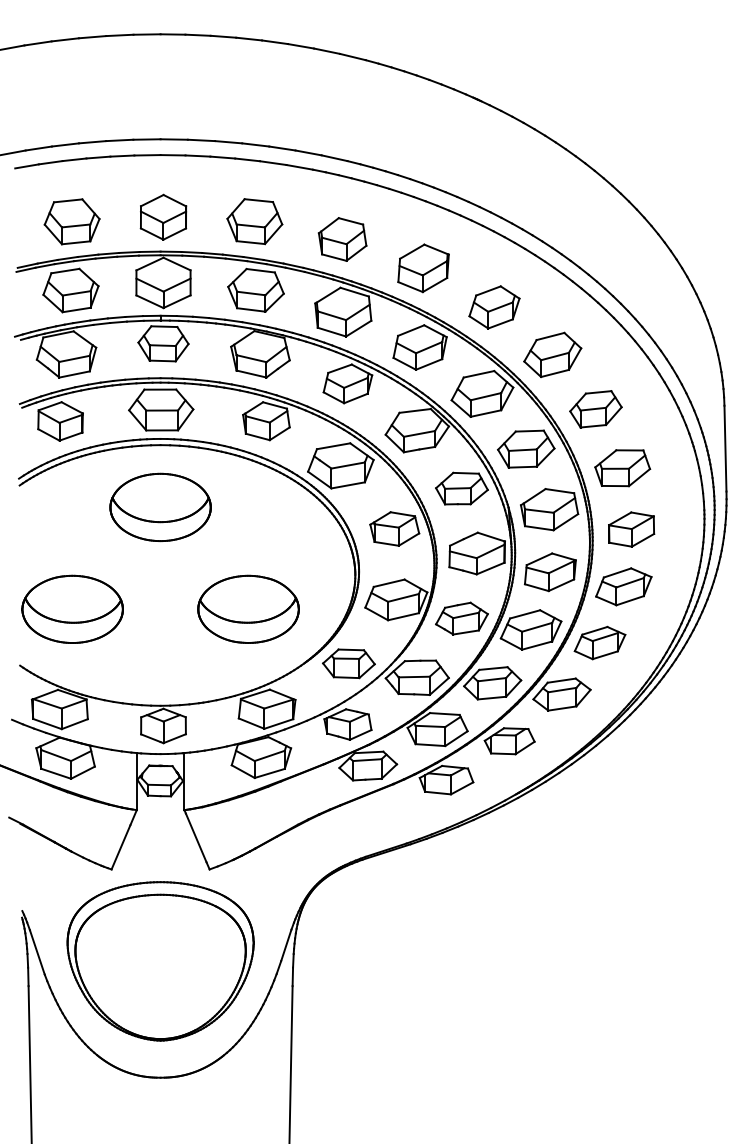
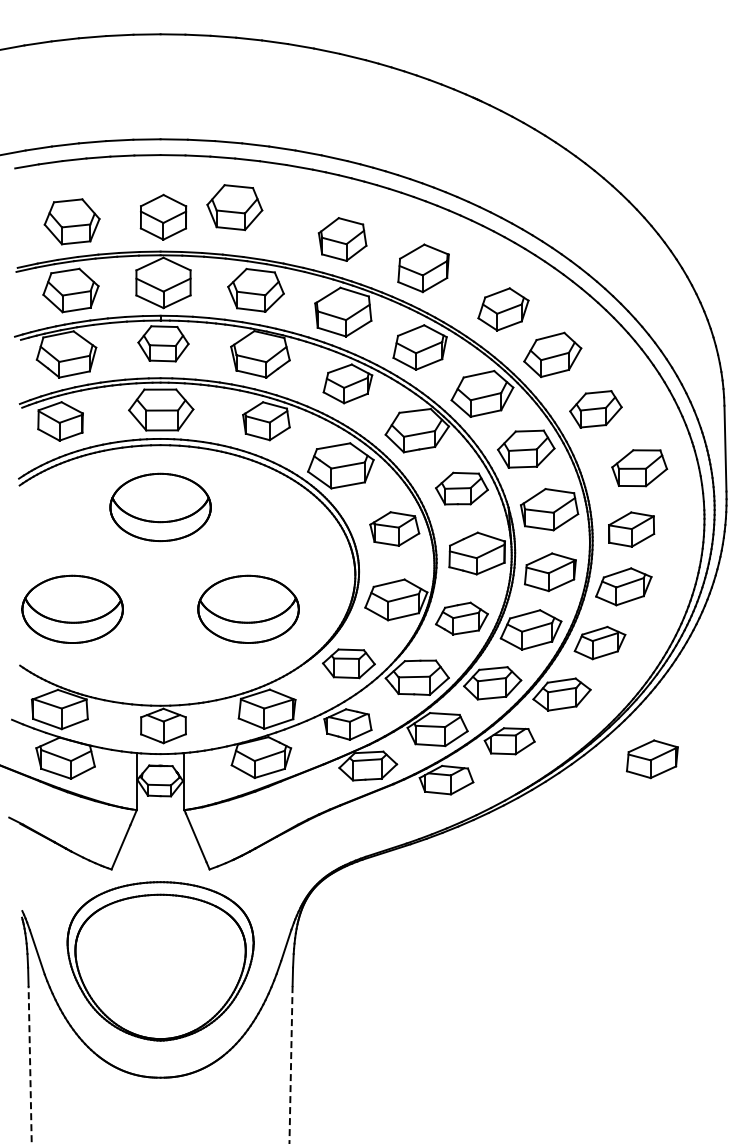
part at (254, 221) position: (254, 221) -> (234, 207)
part at (494, 307) position: (494, 307) -> (503, 309)
part at (622, 468) position: (622, 468) -> (639, 468)
part at (652, 759): none -> present
line at (30, 1064): solid -> dashed
line at (291, 1064): solid -> dashed
